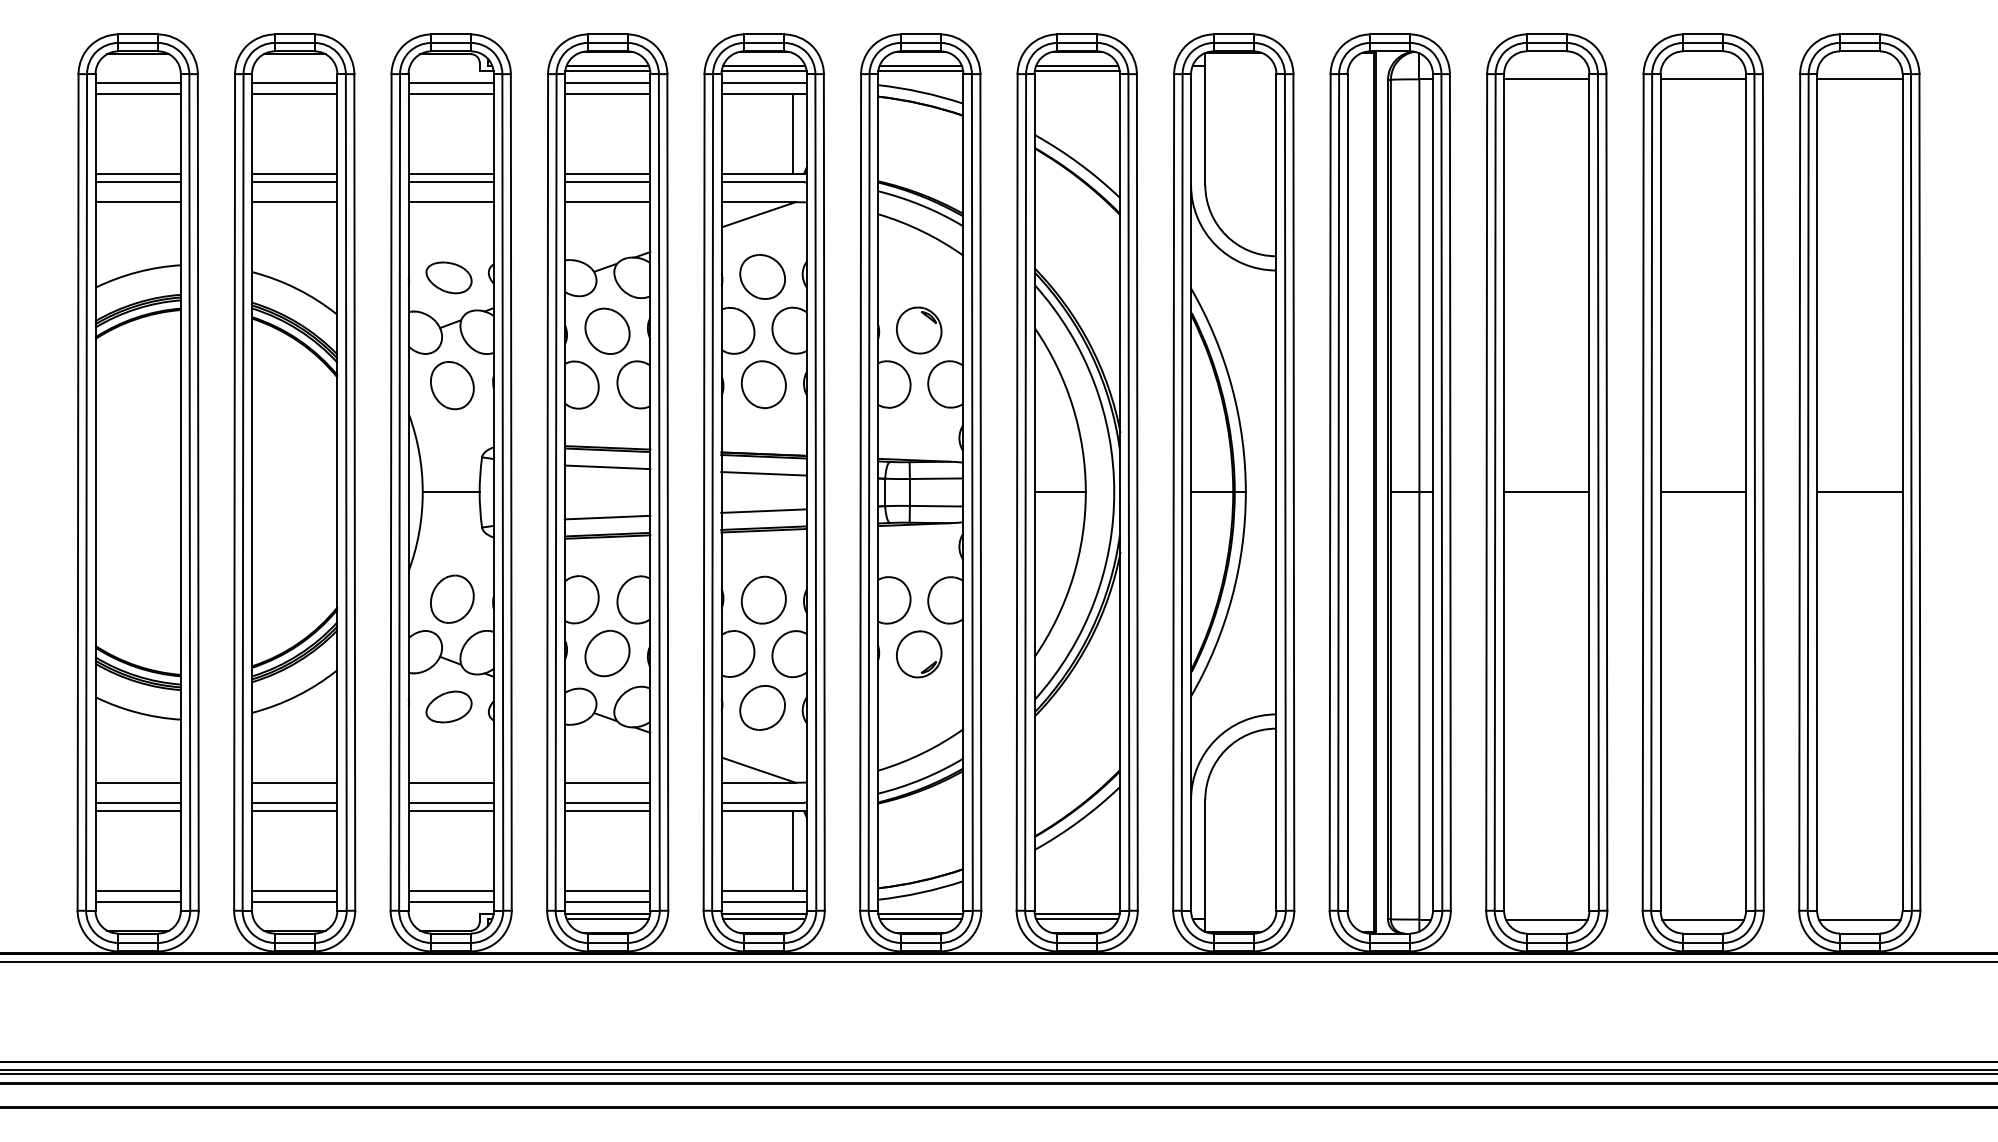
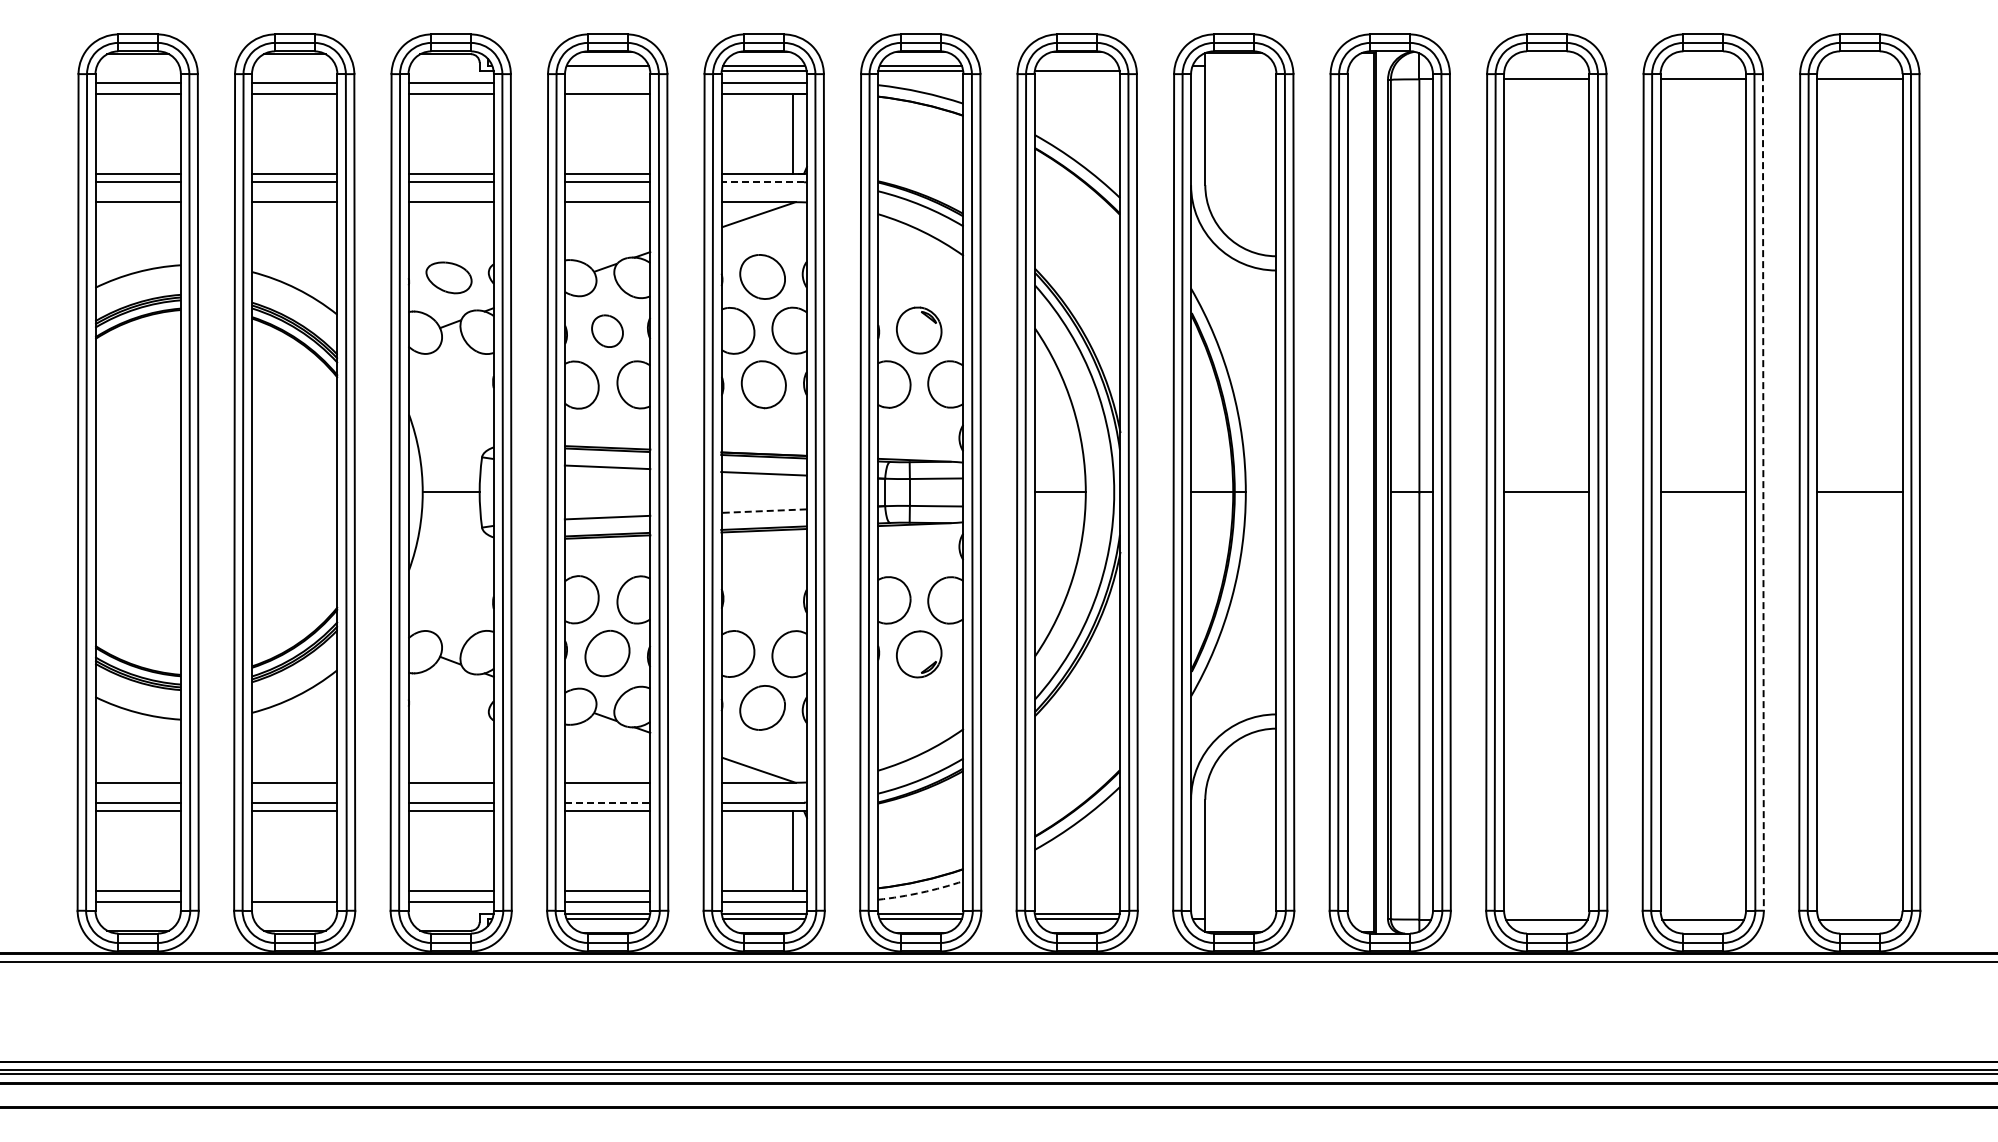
line at (1077, 65): present -> none
line at (607, 71): present -> none
line at (607, 82): present -> none
line at (762, 182): solid -> dashed
part at (607, 330) size: 47x48 px -> 33x34 px
part at (452, 385): present -> none
line at (1763, 492): solid -> dashed
line at (763, 511): solid -> dashed
part at (452, 598): present -> none
part at (763, 599): present -> none
part at (448, 706): present -> none
line at (607, 802): solid -> dashed
line at (294, 890): present -> none
arc at (921, 892): solid -> dashed
